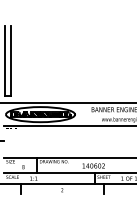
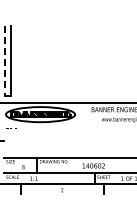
line at (4, 61): solid -> dashed
line at (68, 126): present -> none
